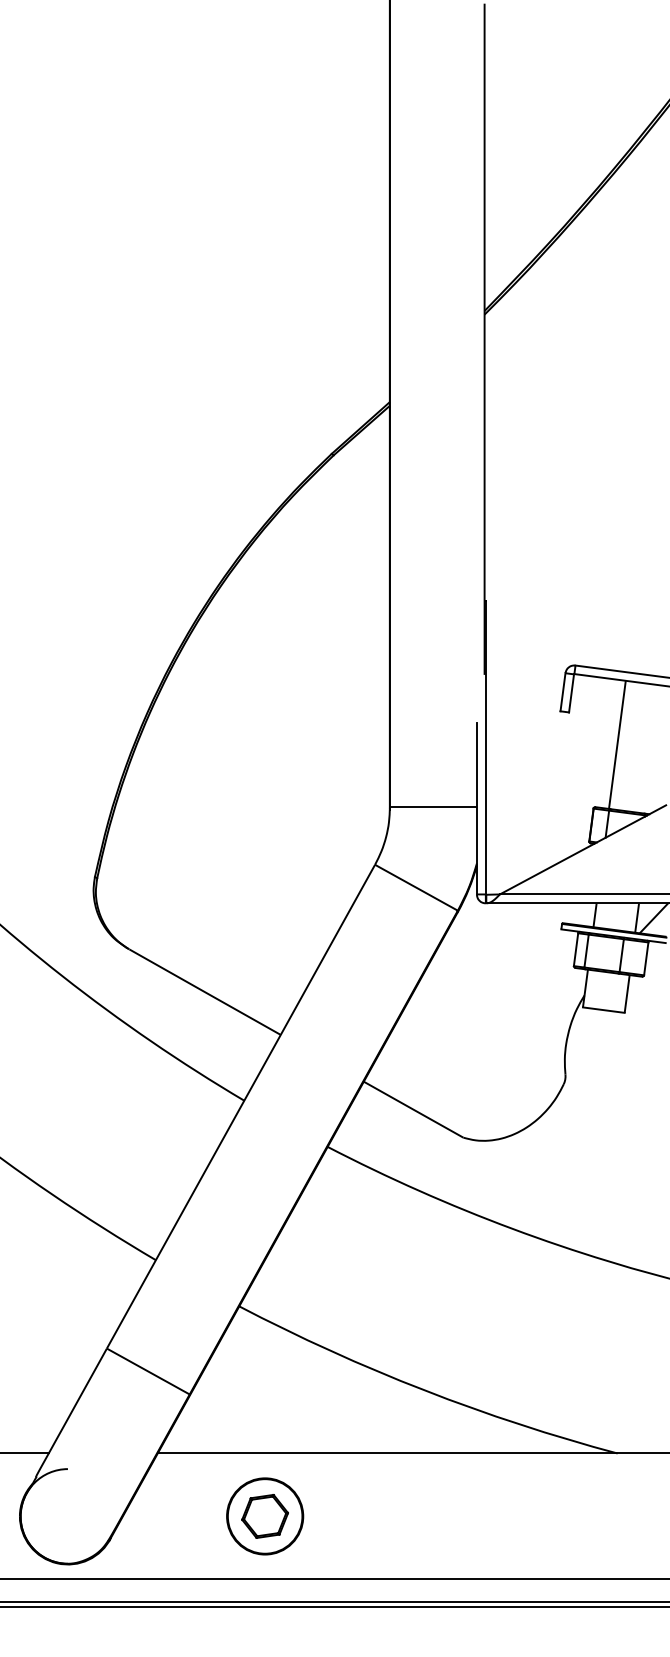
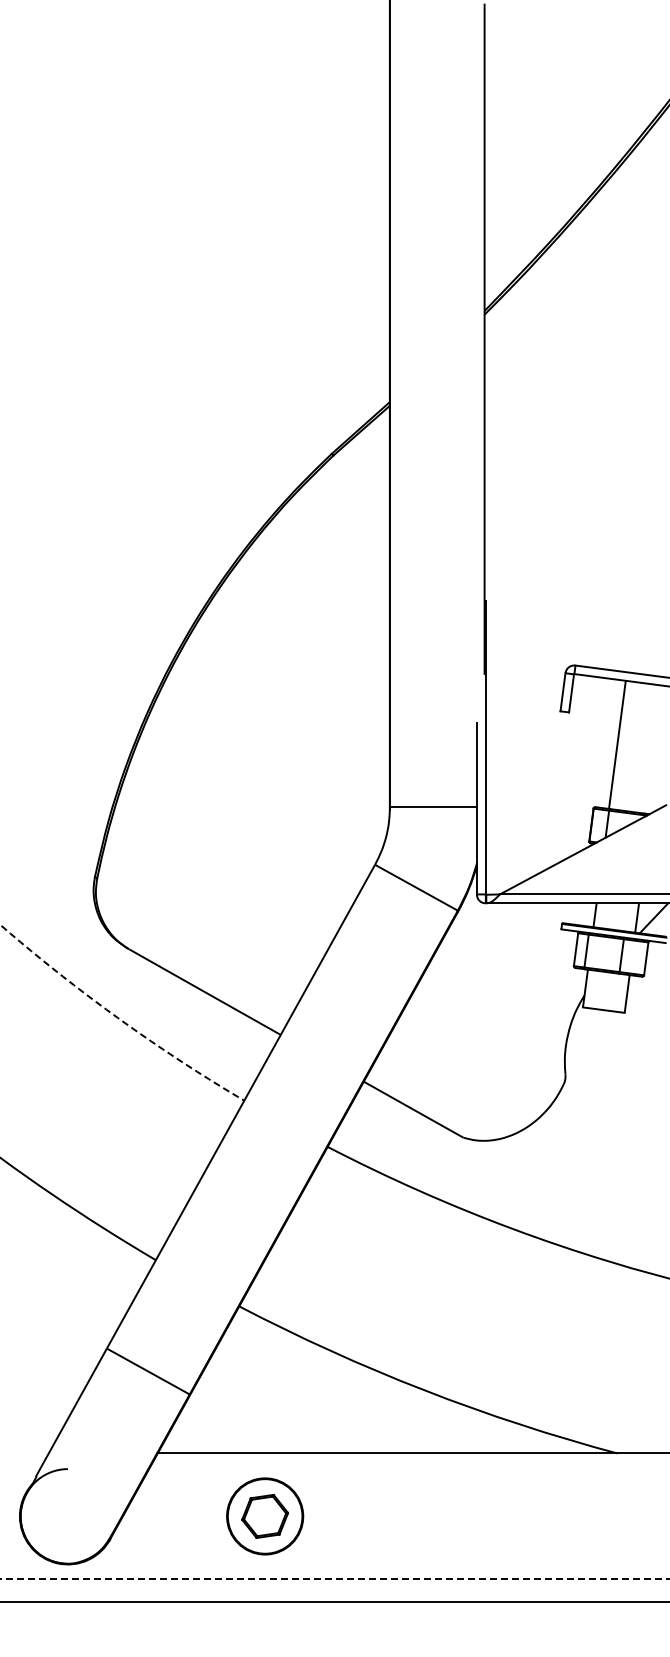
arc at (118, 1018): solid -> dashed
line at (25, 1453): present -> none
line at (334, 1579): solid -> dashed
line at (334, 1607): present -> none
